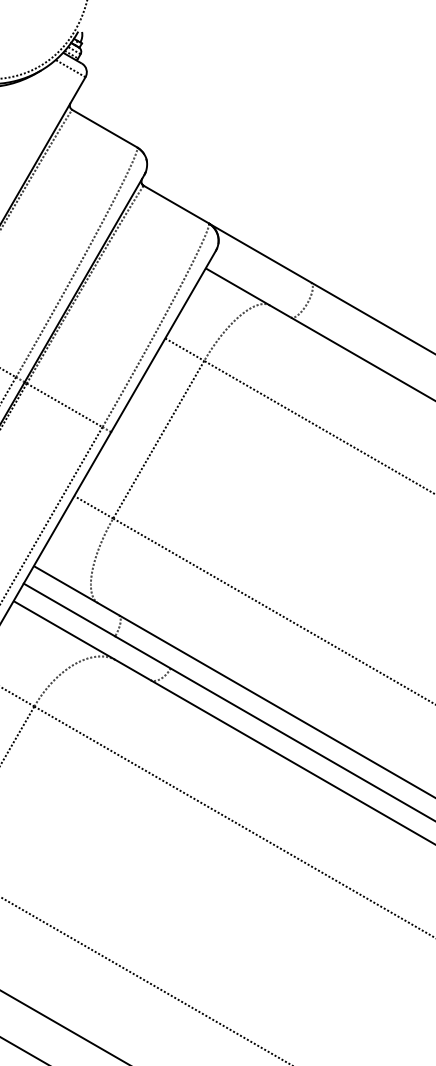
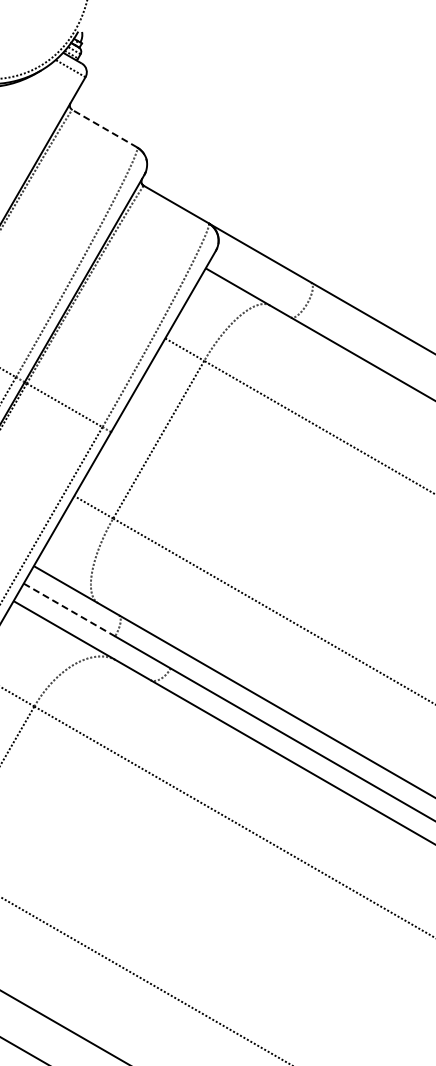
line at (104, 128): solid -> dashed
line at (69, 610): solid -> dashed
